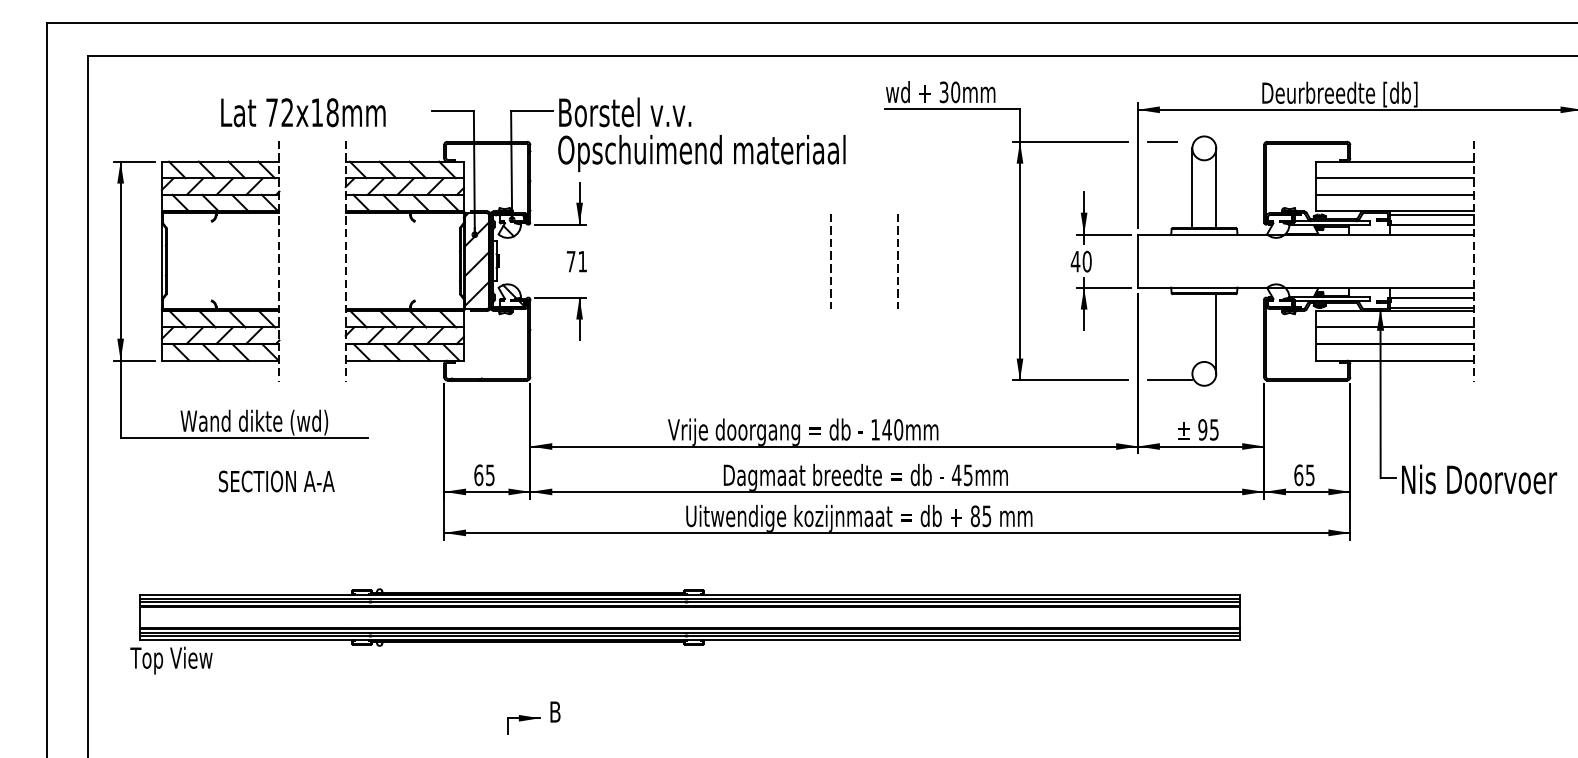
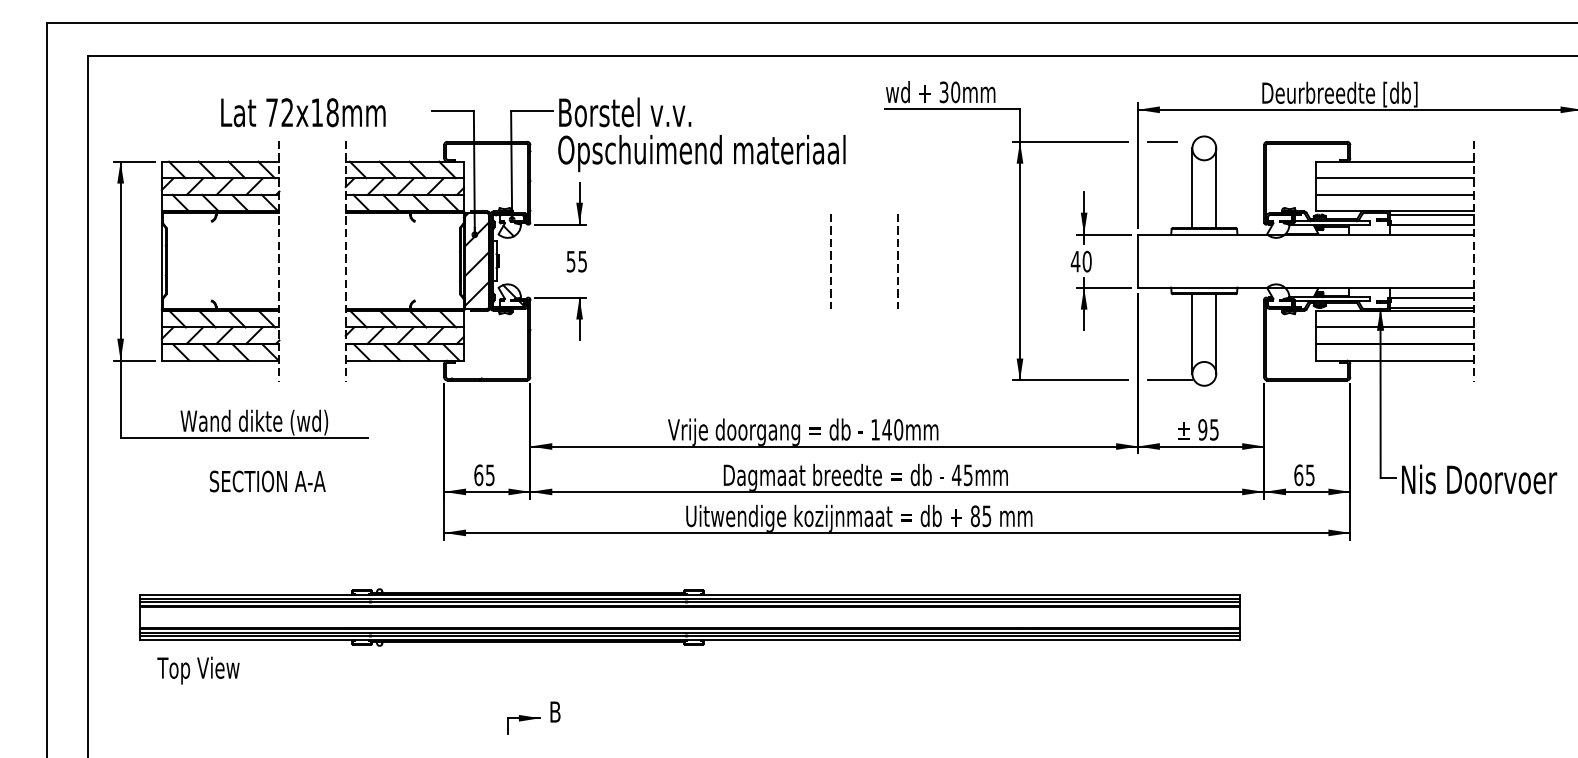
text at (576, 261): 71 -> 55
line at (1192, 333): none -> present
text at (276, 481) position: (276, 481) -> (267, 481)
text at (171, 660) position: (171, 660) -> (198, 670)
